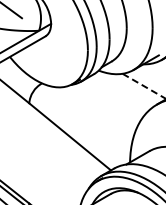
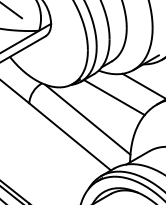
line at (144, 86): dashed -> solid
line at (113, 97): none -> present
line at (87, 119): none -> present
